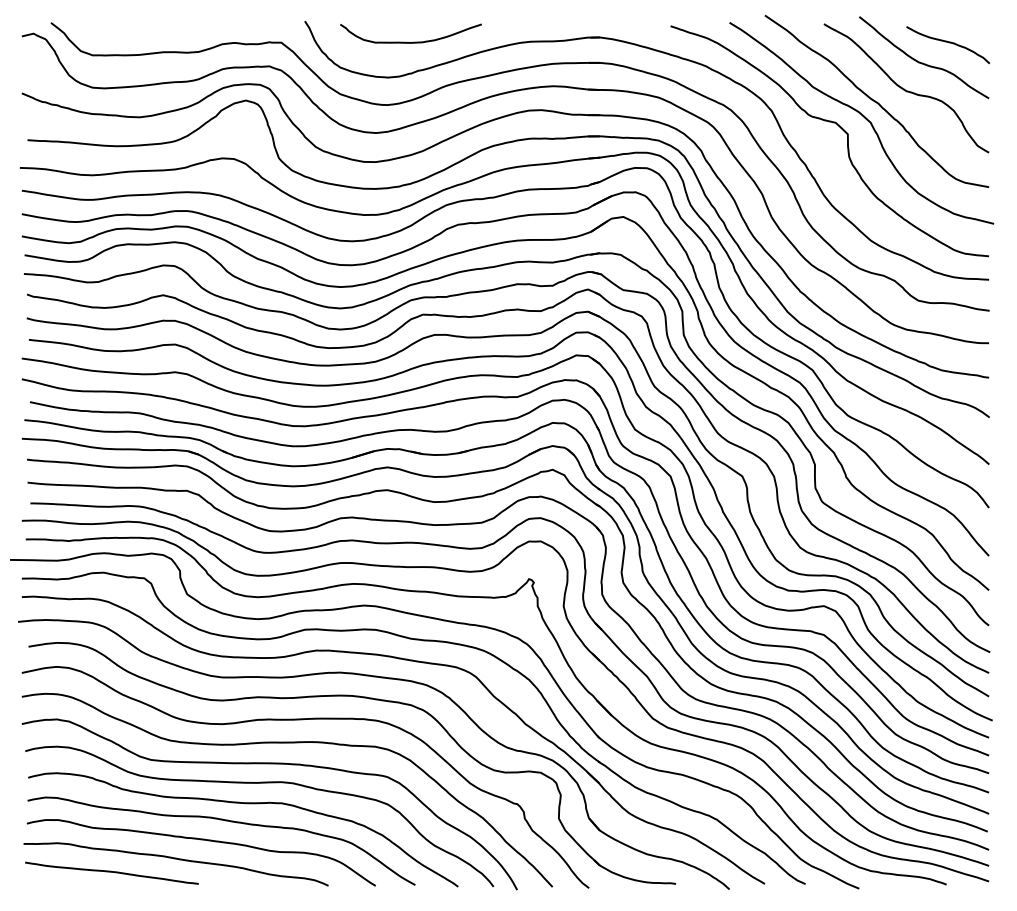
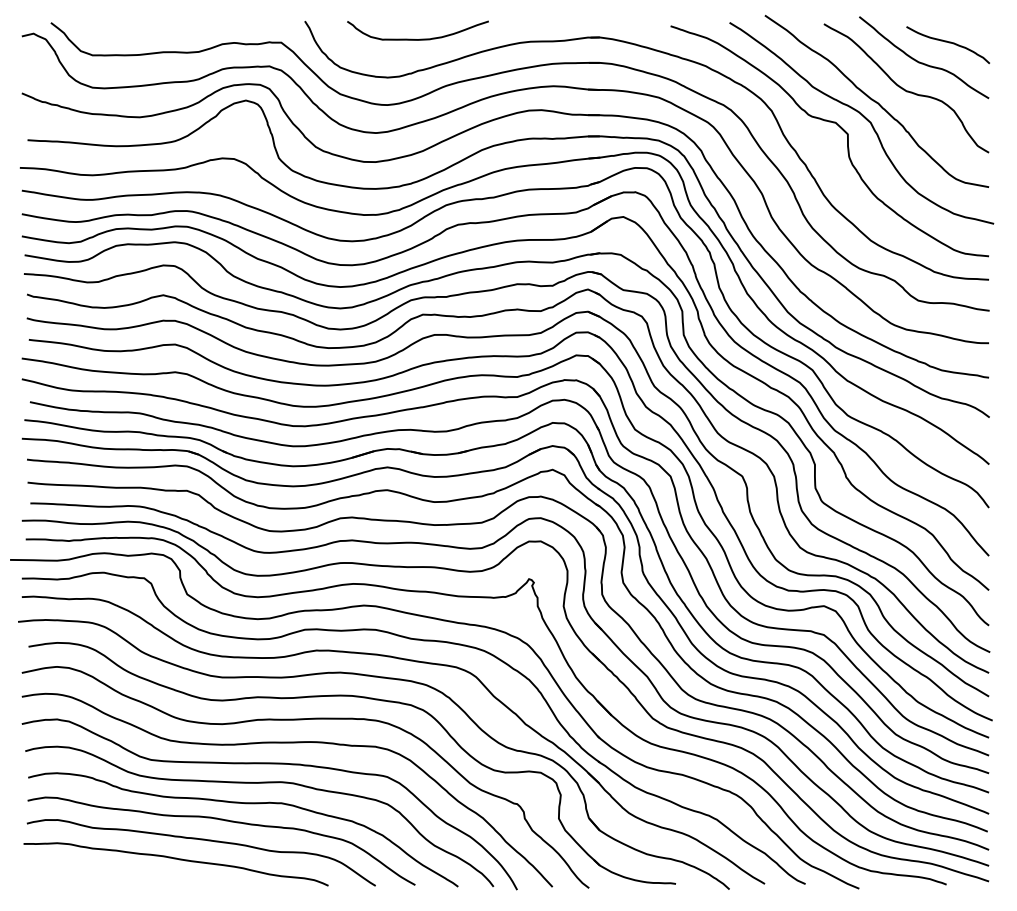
curve at (413, 41) position: (413, 41) -> (420, 38)
curve at (111, 872): present -> none
